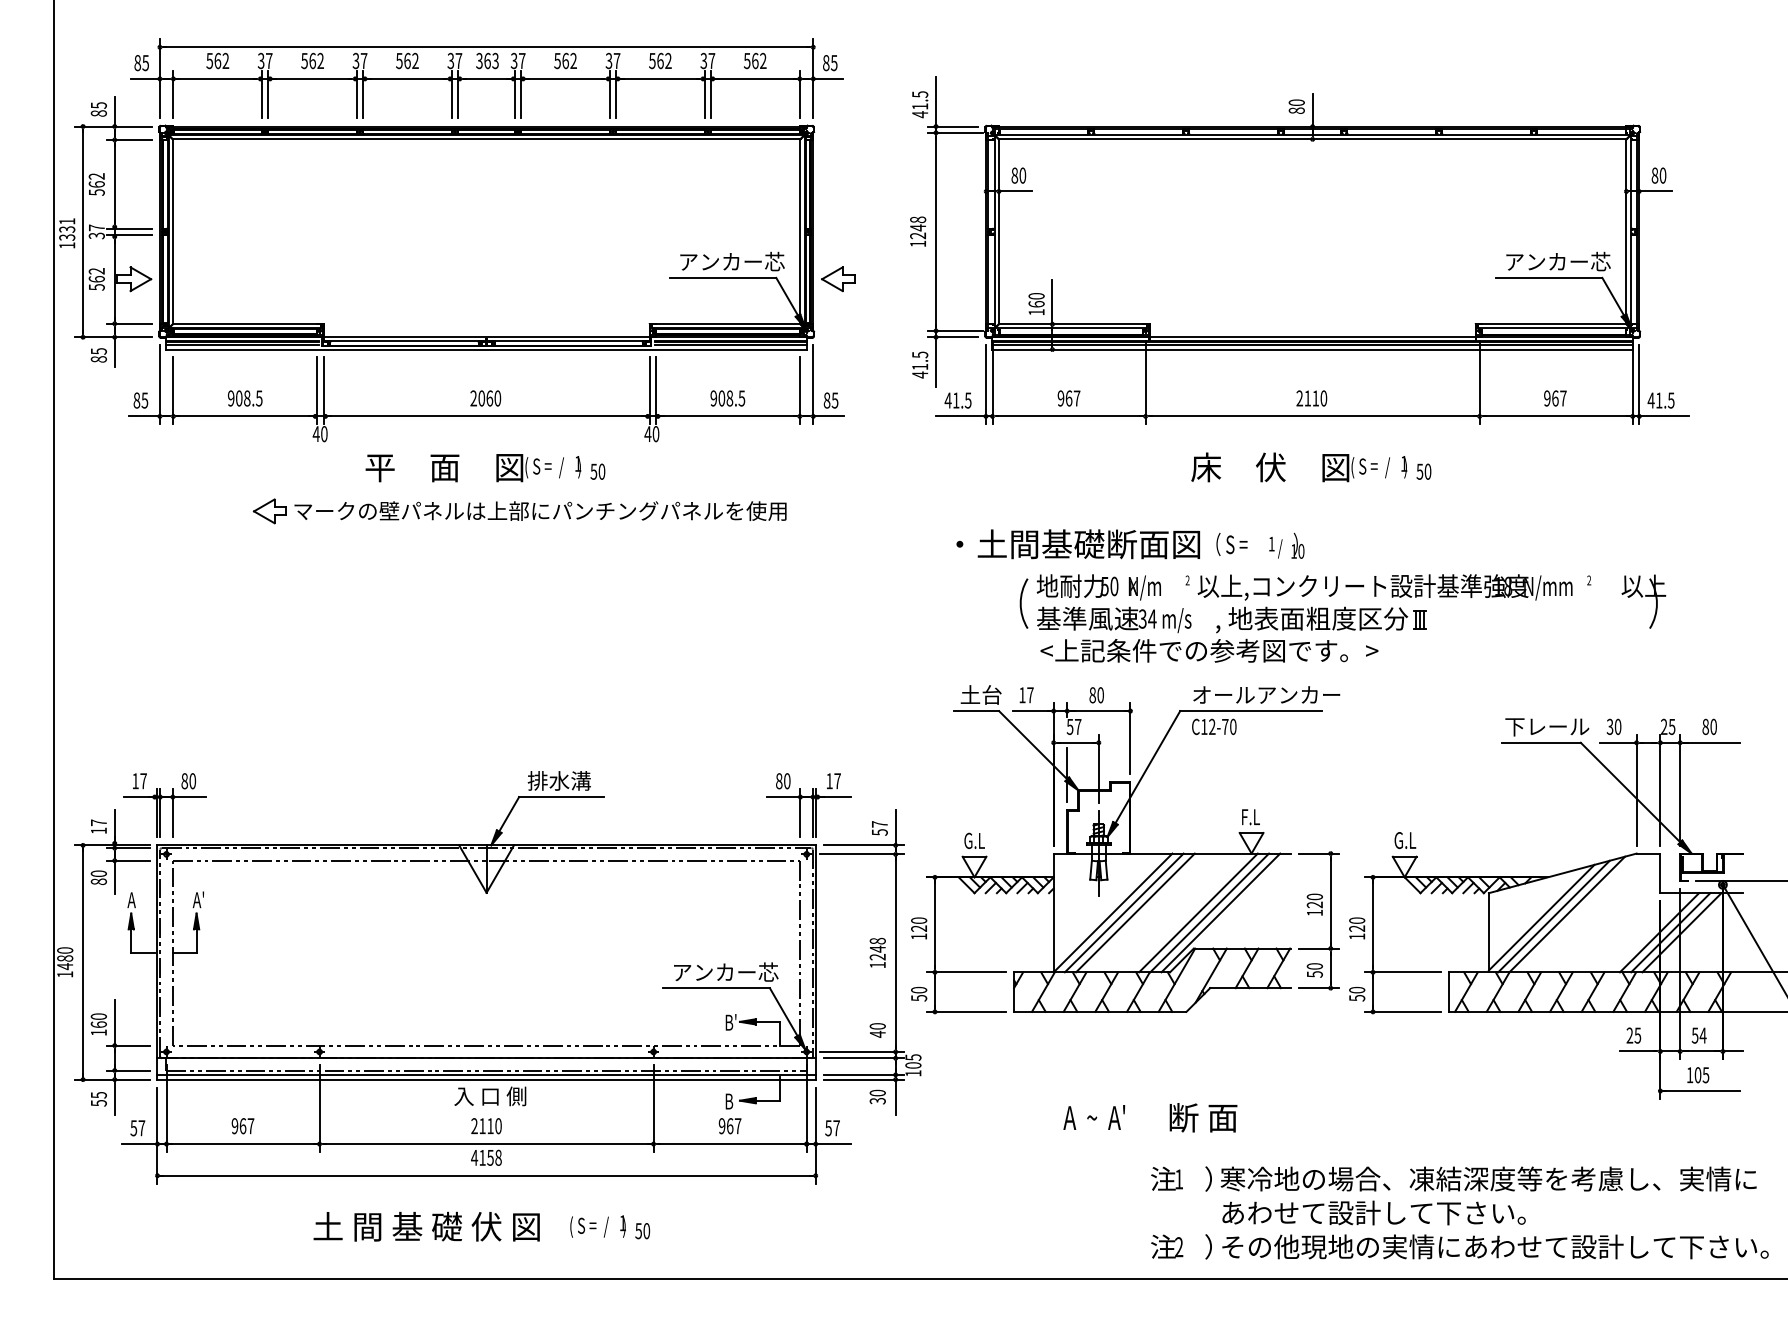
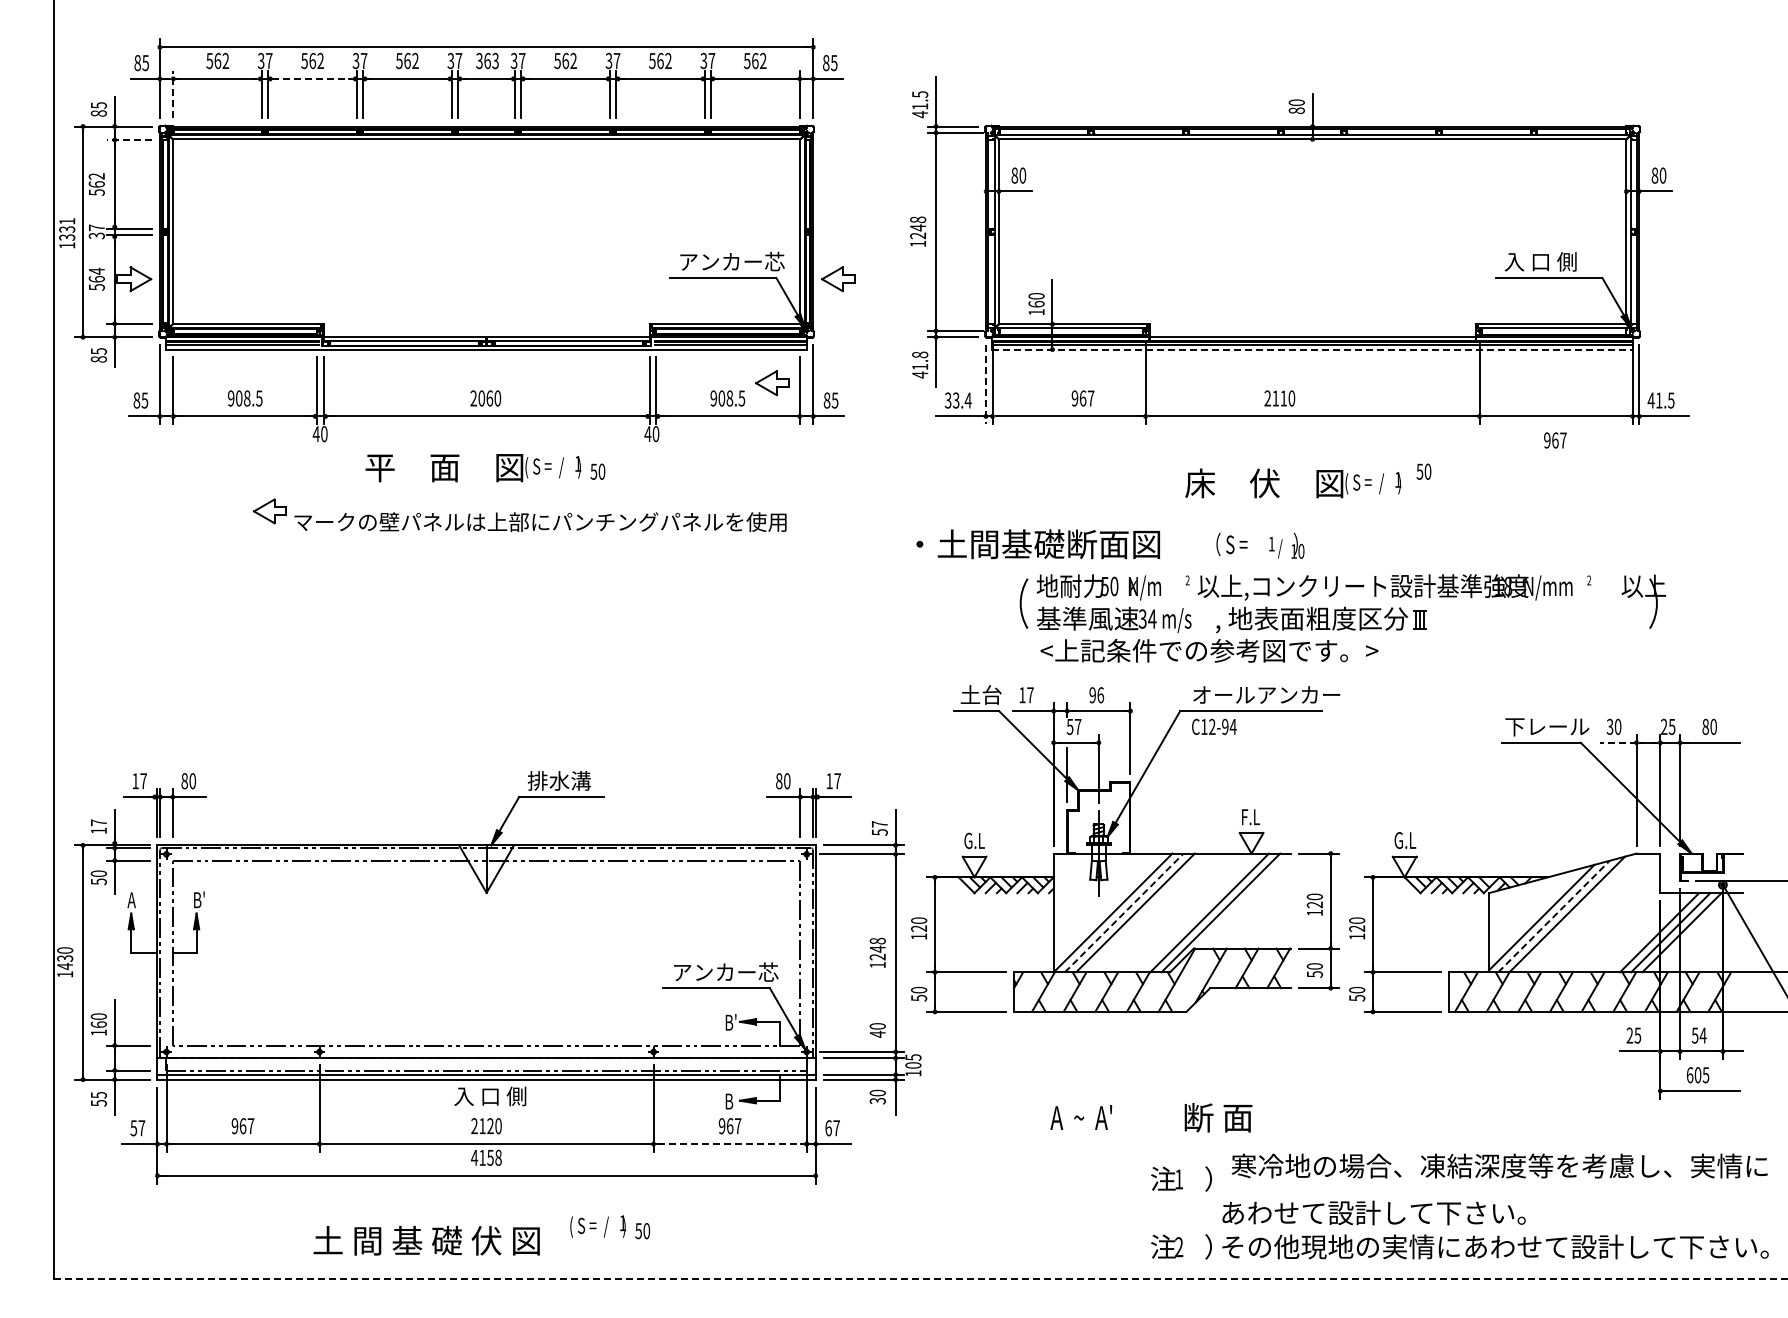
line at (311, 78): solid -> dashed
line at (173, 94): solid -> dashed
line at (129, 139): solid -> dashed
text at (1557, 261): アンカー芯 -> 入 口 側
text at (96, 270): 562 -> 564
line at (1313, 349): solid -> dashed
text at (920, 354): 41.5 -> 41.8
part at (772, 383): none -> present
line at (985, 384): solid -> dashed
text at (1068, 398) position: (1068, 398) -> (1082, 398)
text at (1311, 398) position: (1311, 398) -> (1279, 398)
text at (1555, 398) position: (1555, 398) -> (1555, 440)
text at (957, 400): 41.5 -> 33.4
text at (1299, 467) position: (1299, 467) -> (1293, 483)
text at (540, 510) position: (540, 510) -> (540, 521)
text at (1077, 544) position: (1077, 544) -> (1037, 544)
text at (1096, 695): 80 -> 96
text at (1229, 726): C12-70 -> C12-94
line at (1617, 742): solid -> dashed
text at (98, 881): 80 -> 50
text at (198, 899): A' -> B'
line at (1124, 912): solid -> dashed
line at (1198, 912): present -> none
line at (1554, 916): solid -> dashed
text at (65, 958): 1480 -> 1430
text at (1690, 1075): 105 -> 605
text at (1094, 1117) position: (1094, 1117) -> (1081, 1117)
text at (1203, 1117) position: (1203, 1117) -> (1218, 1117)
text at (490, 1125): 2110 -> 2120
text at (828, 1128): 57 -> 67
line at (730, 1144): solid -> dashed
text at (1488, 1178) position: (1488, 1178) -> (1499, 1165)
text at (426, 1226) position: (426, 1226) -> (426, 1240)
line at (920, 1278): solid -> dashed
